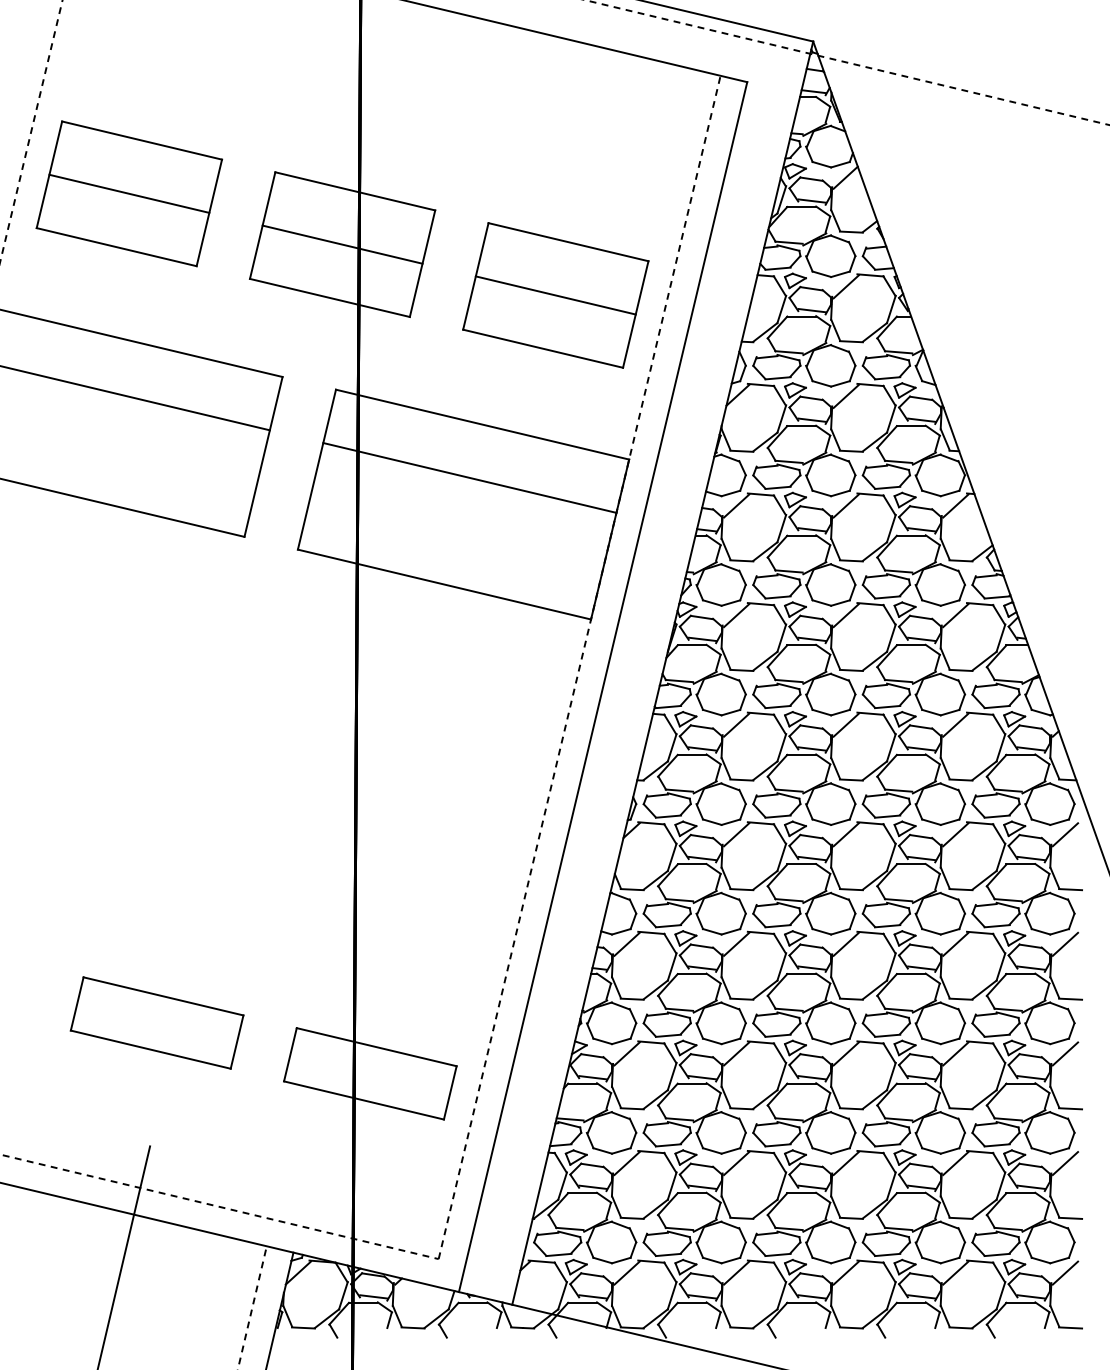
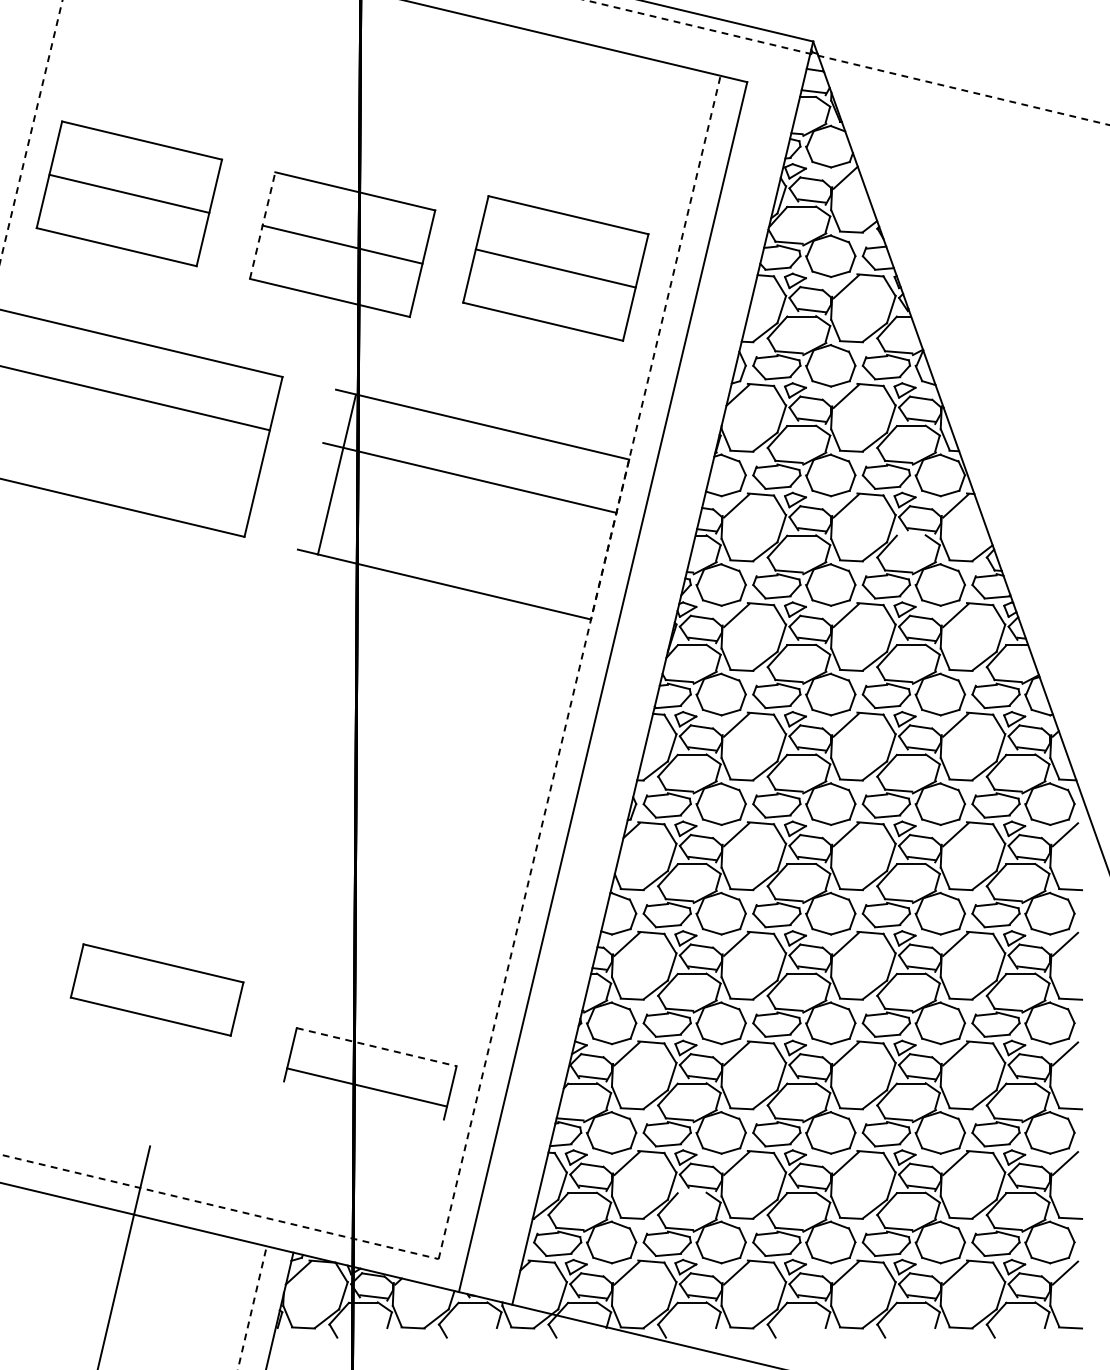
line at (262, 225): solid -> dashed
part at (555, 295) position: (555, 295) -> (555, 268)
line at (316, 469) position: (316, 469) -> (336, 474)
line at (910, 535): present -> none
line at (610, 540): solid -> dashed
part at (156, 1022) position: (156, 1022) -> (156, 989)
line at (377, 1047): solid -> dashed
line at (363, 1100) position: (363, 1100) -> (366, 1087)
line at (691, 1193): present -> none
